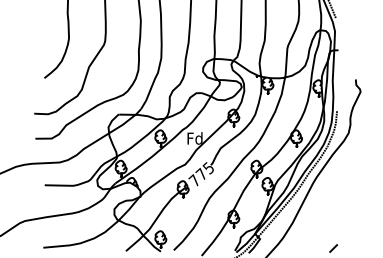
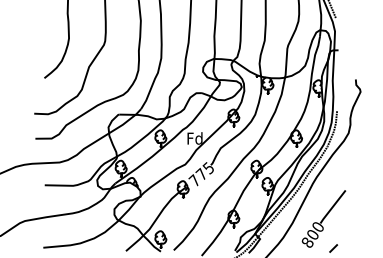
part at (323, 218): none -> present
